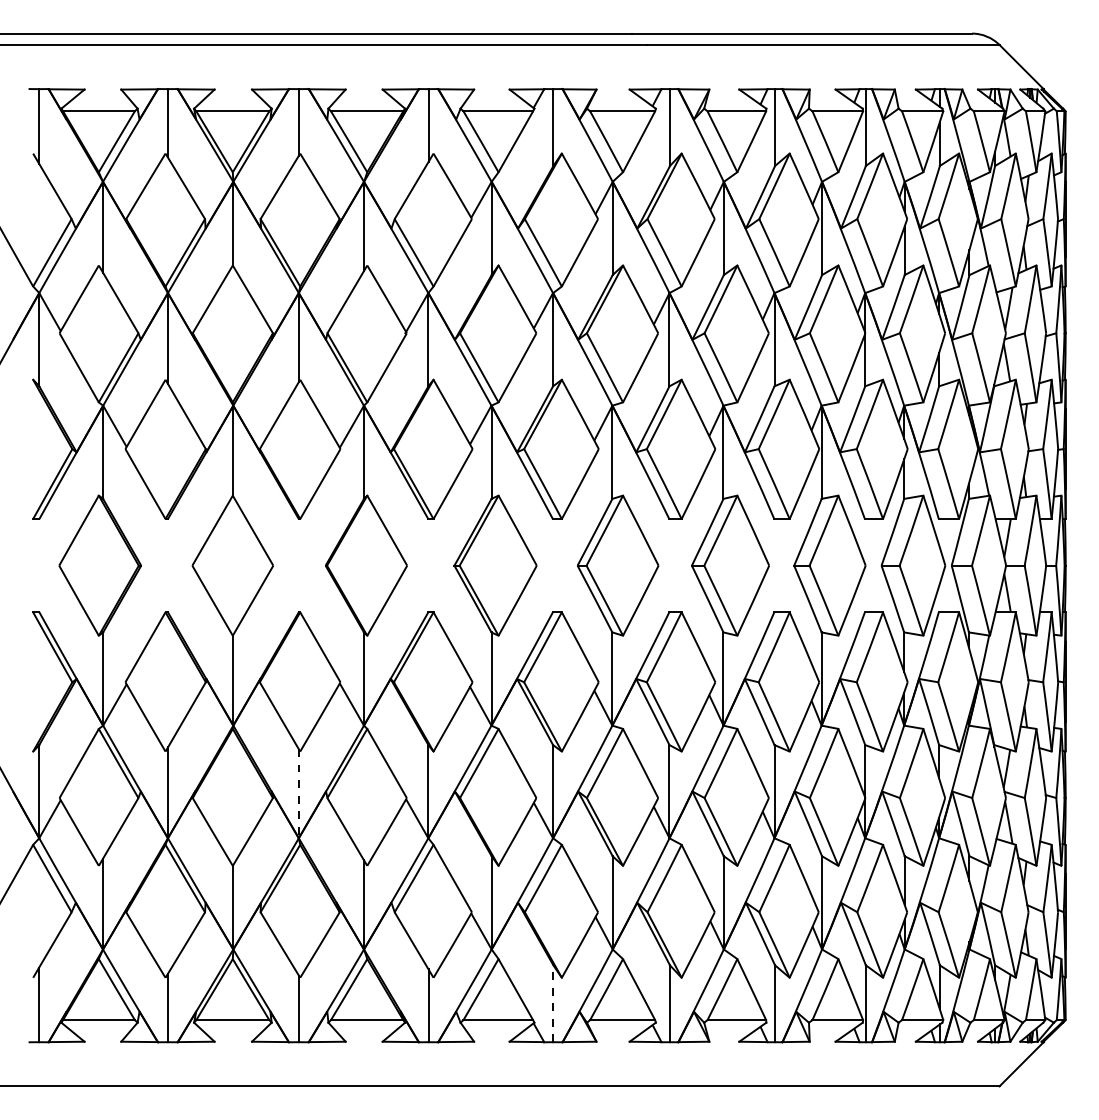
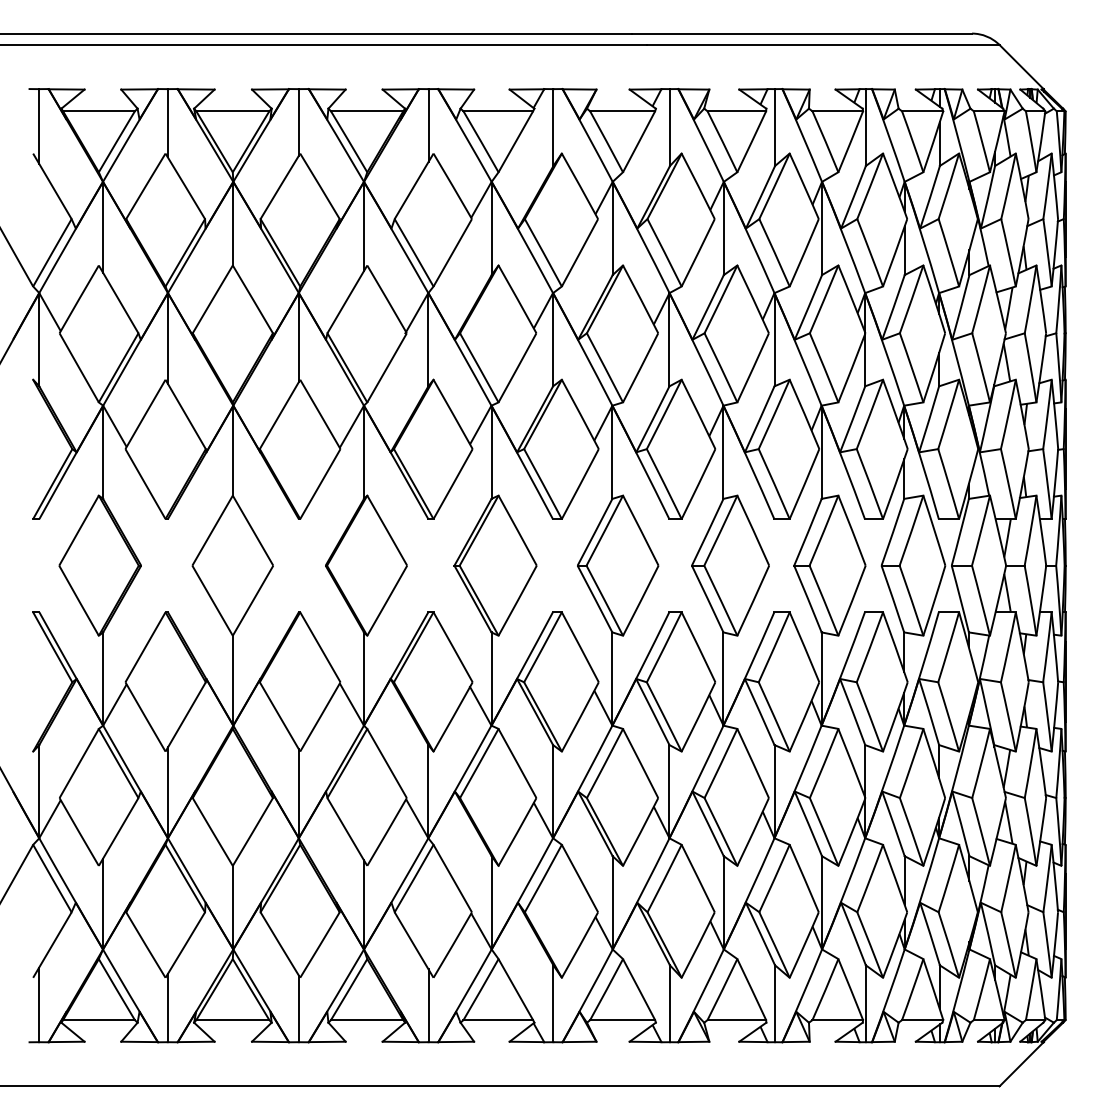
line at (298, 793): dashed -> solid
line at (553, 1003): dashed -> solid
